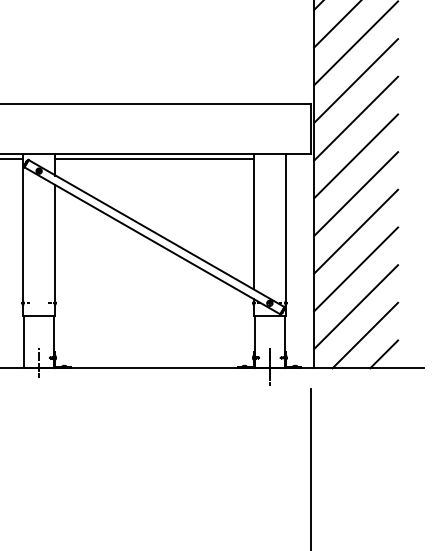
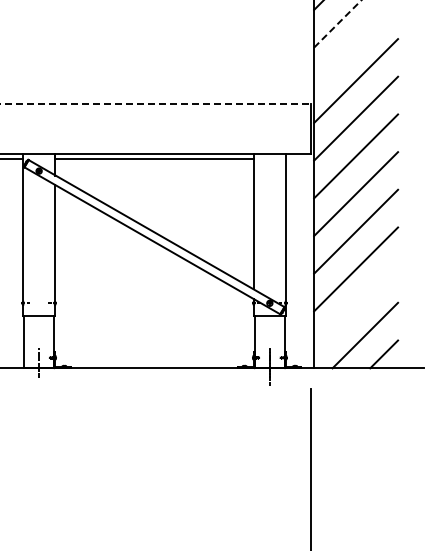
line at (338, 23): solid -> dashed
line at (355, 43): present -> none
line at (155, 103): solid -> dashed
line at (356, 307): present -> none
